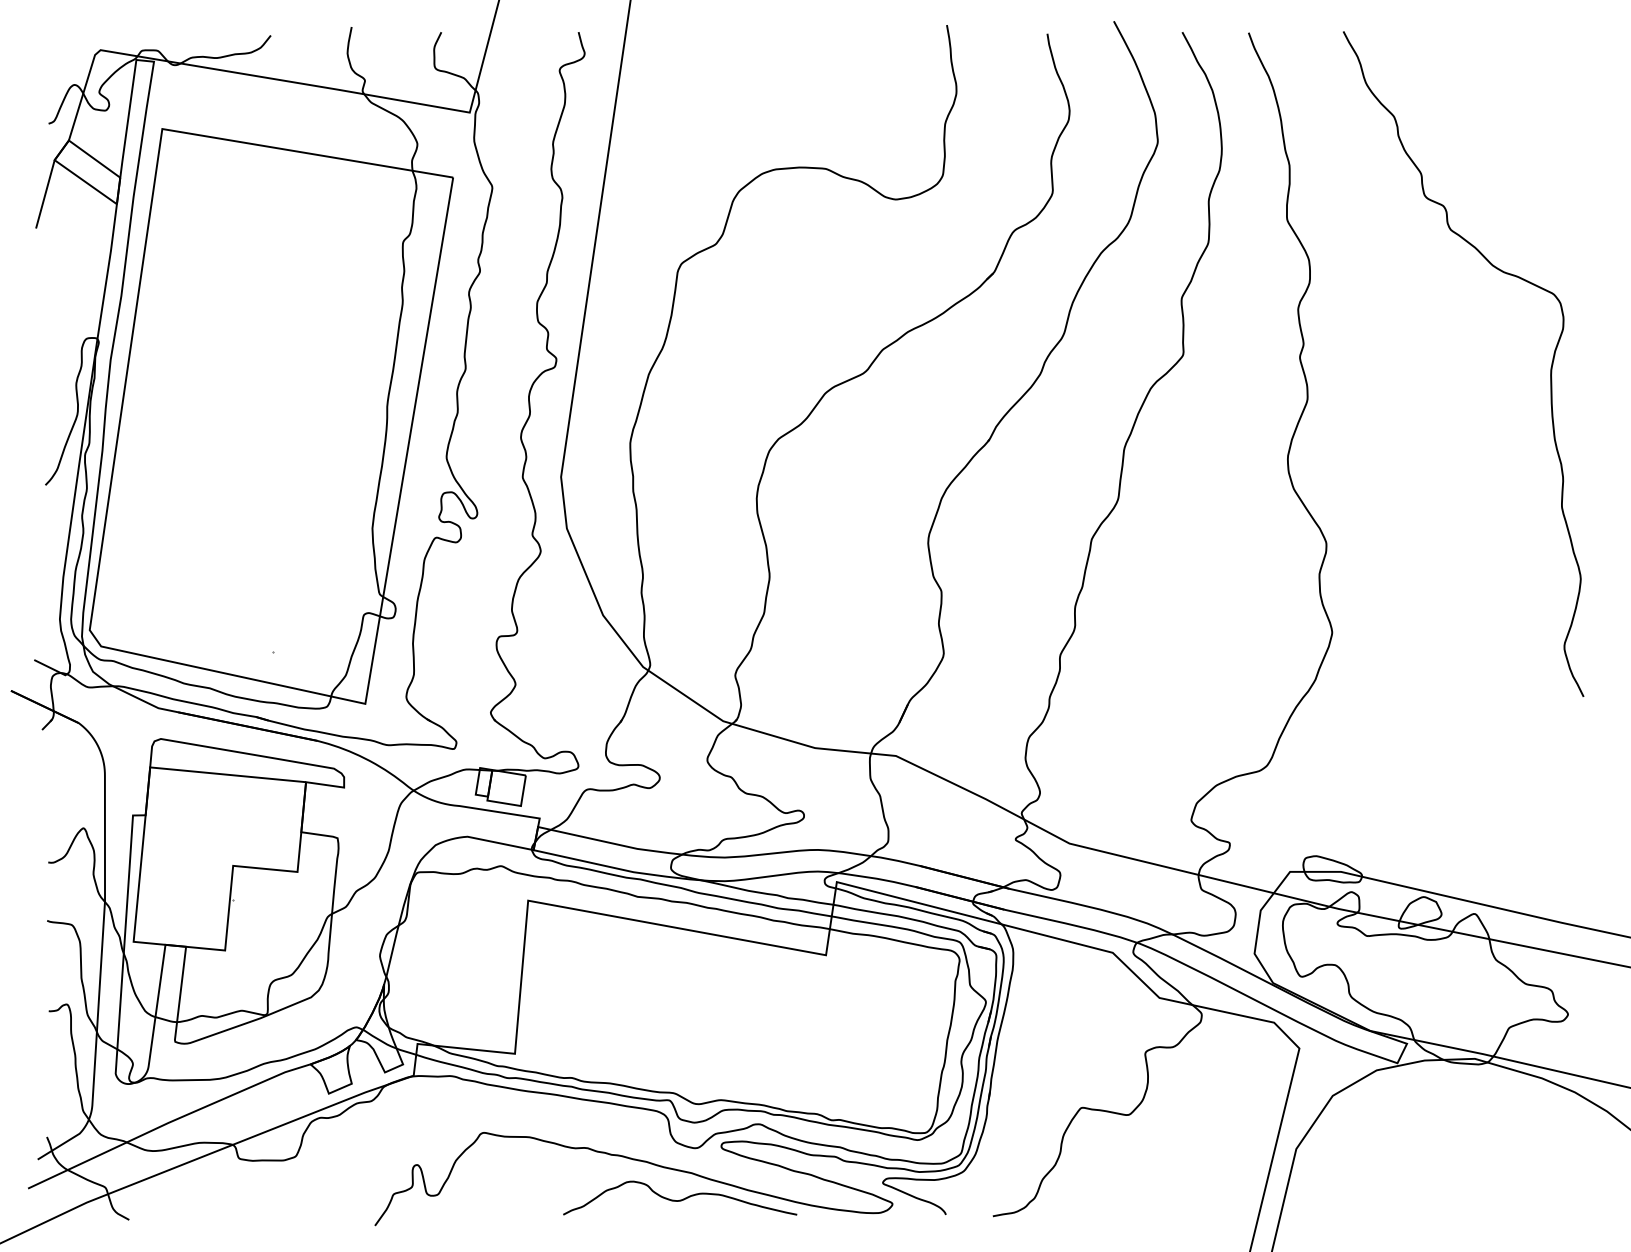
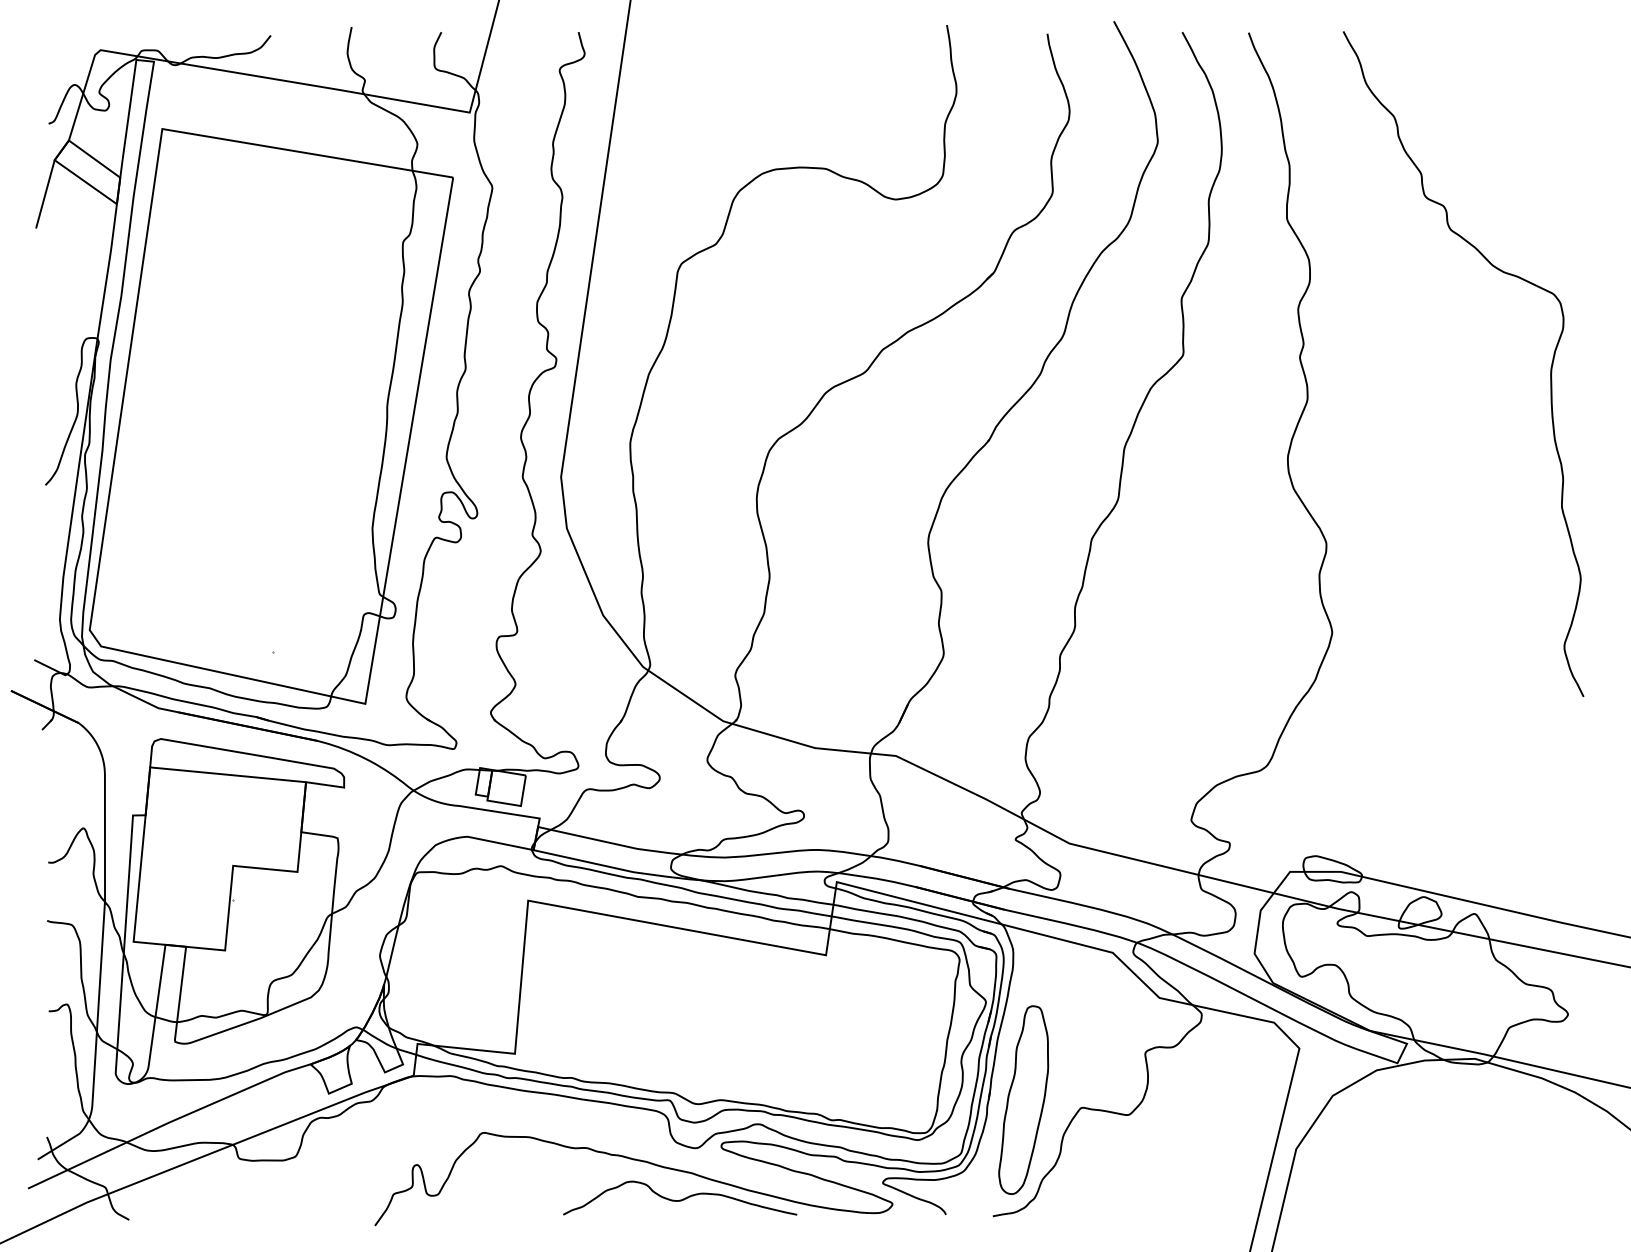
part at (1023, 1099): none -> present
